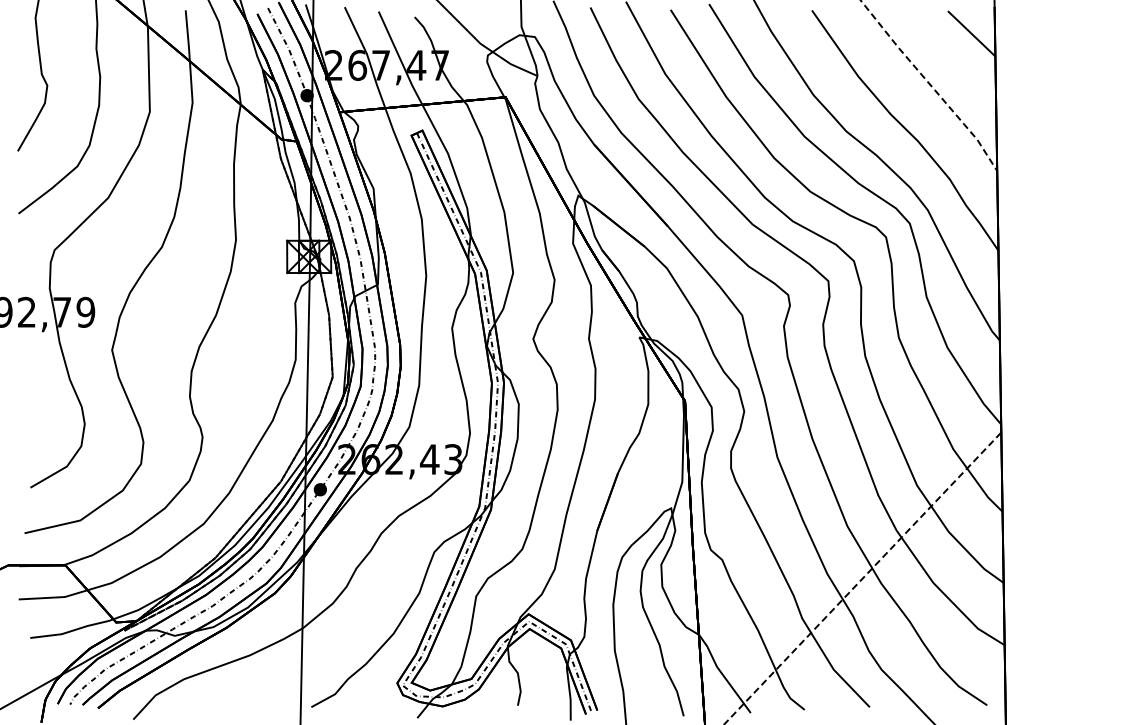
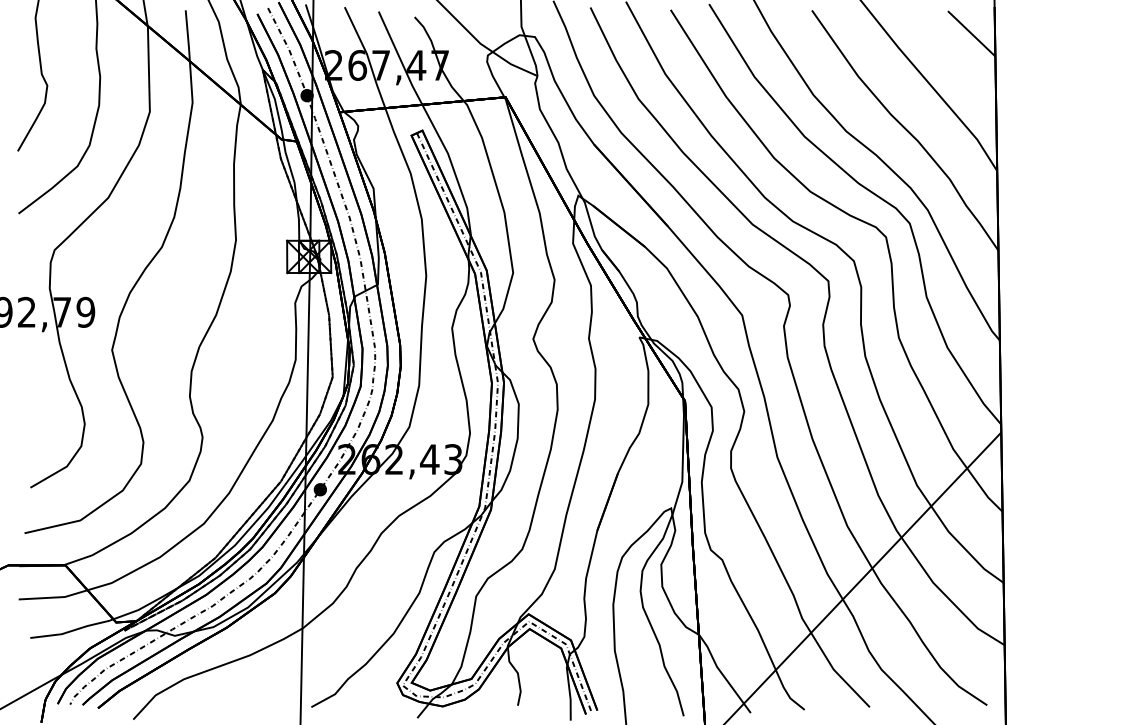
line at (930, 85): dashed -> solid
line at (863, 578): dashed -> solid
